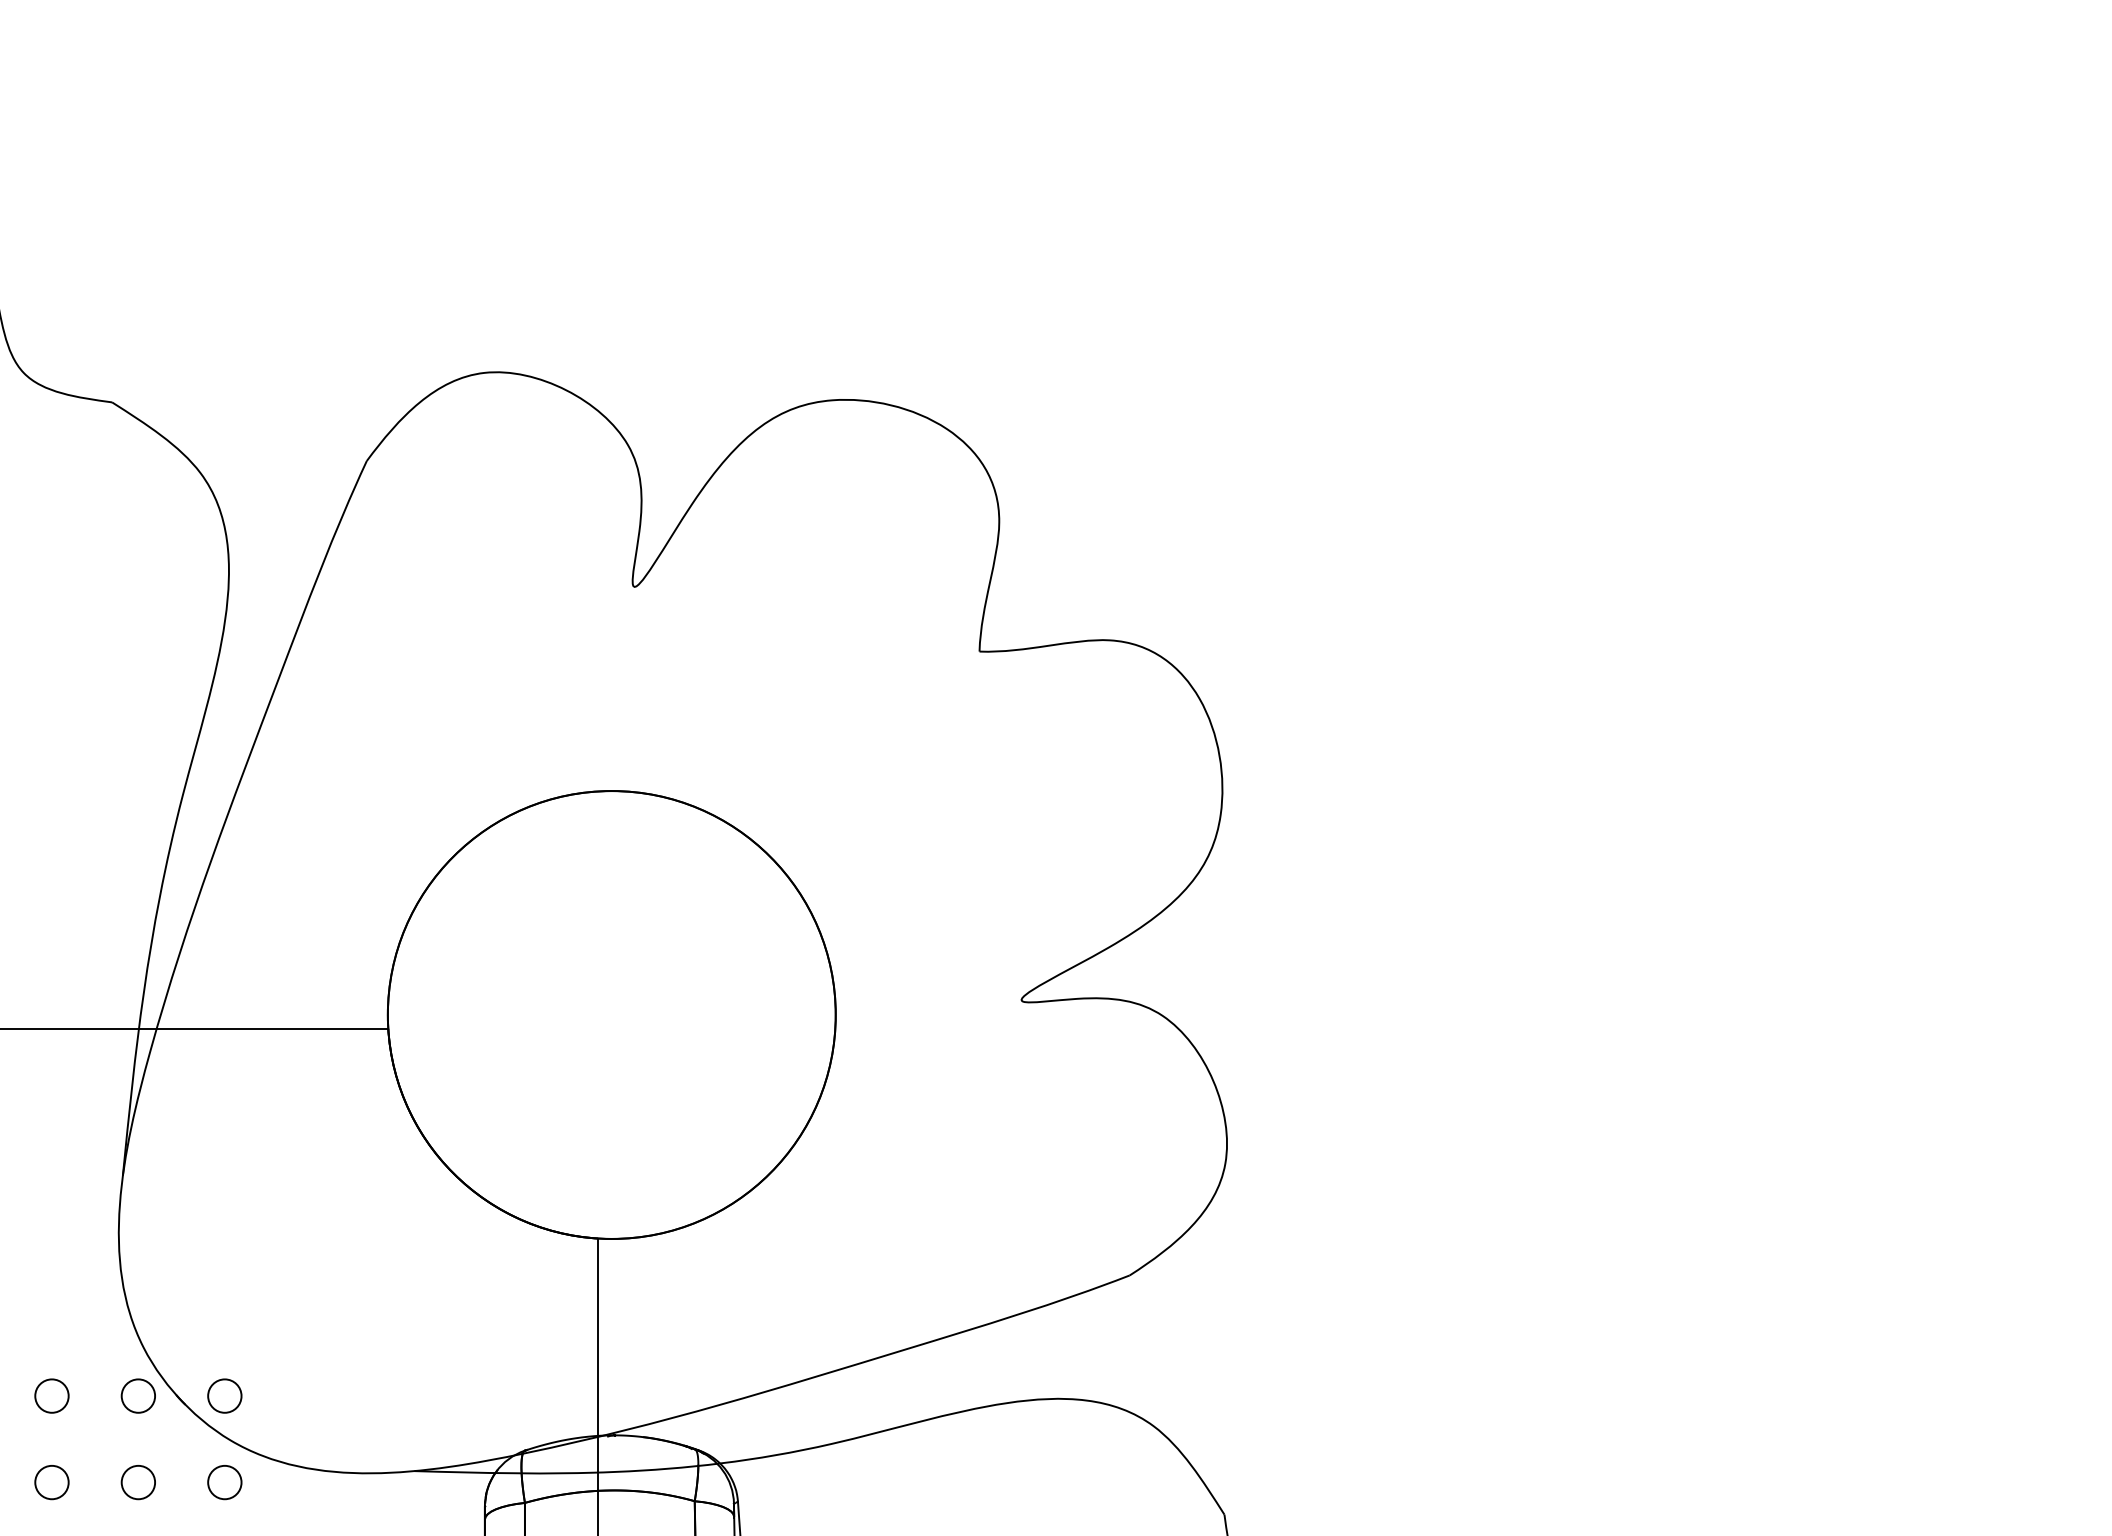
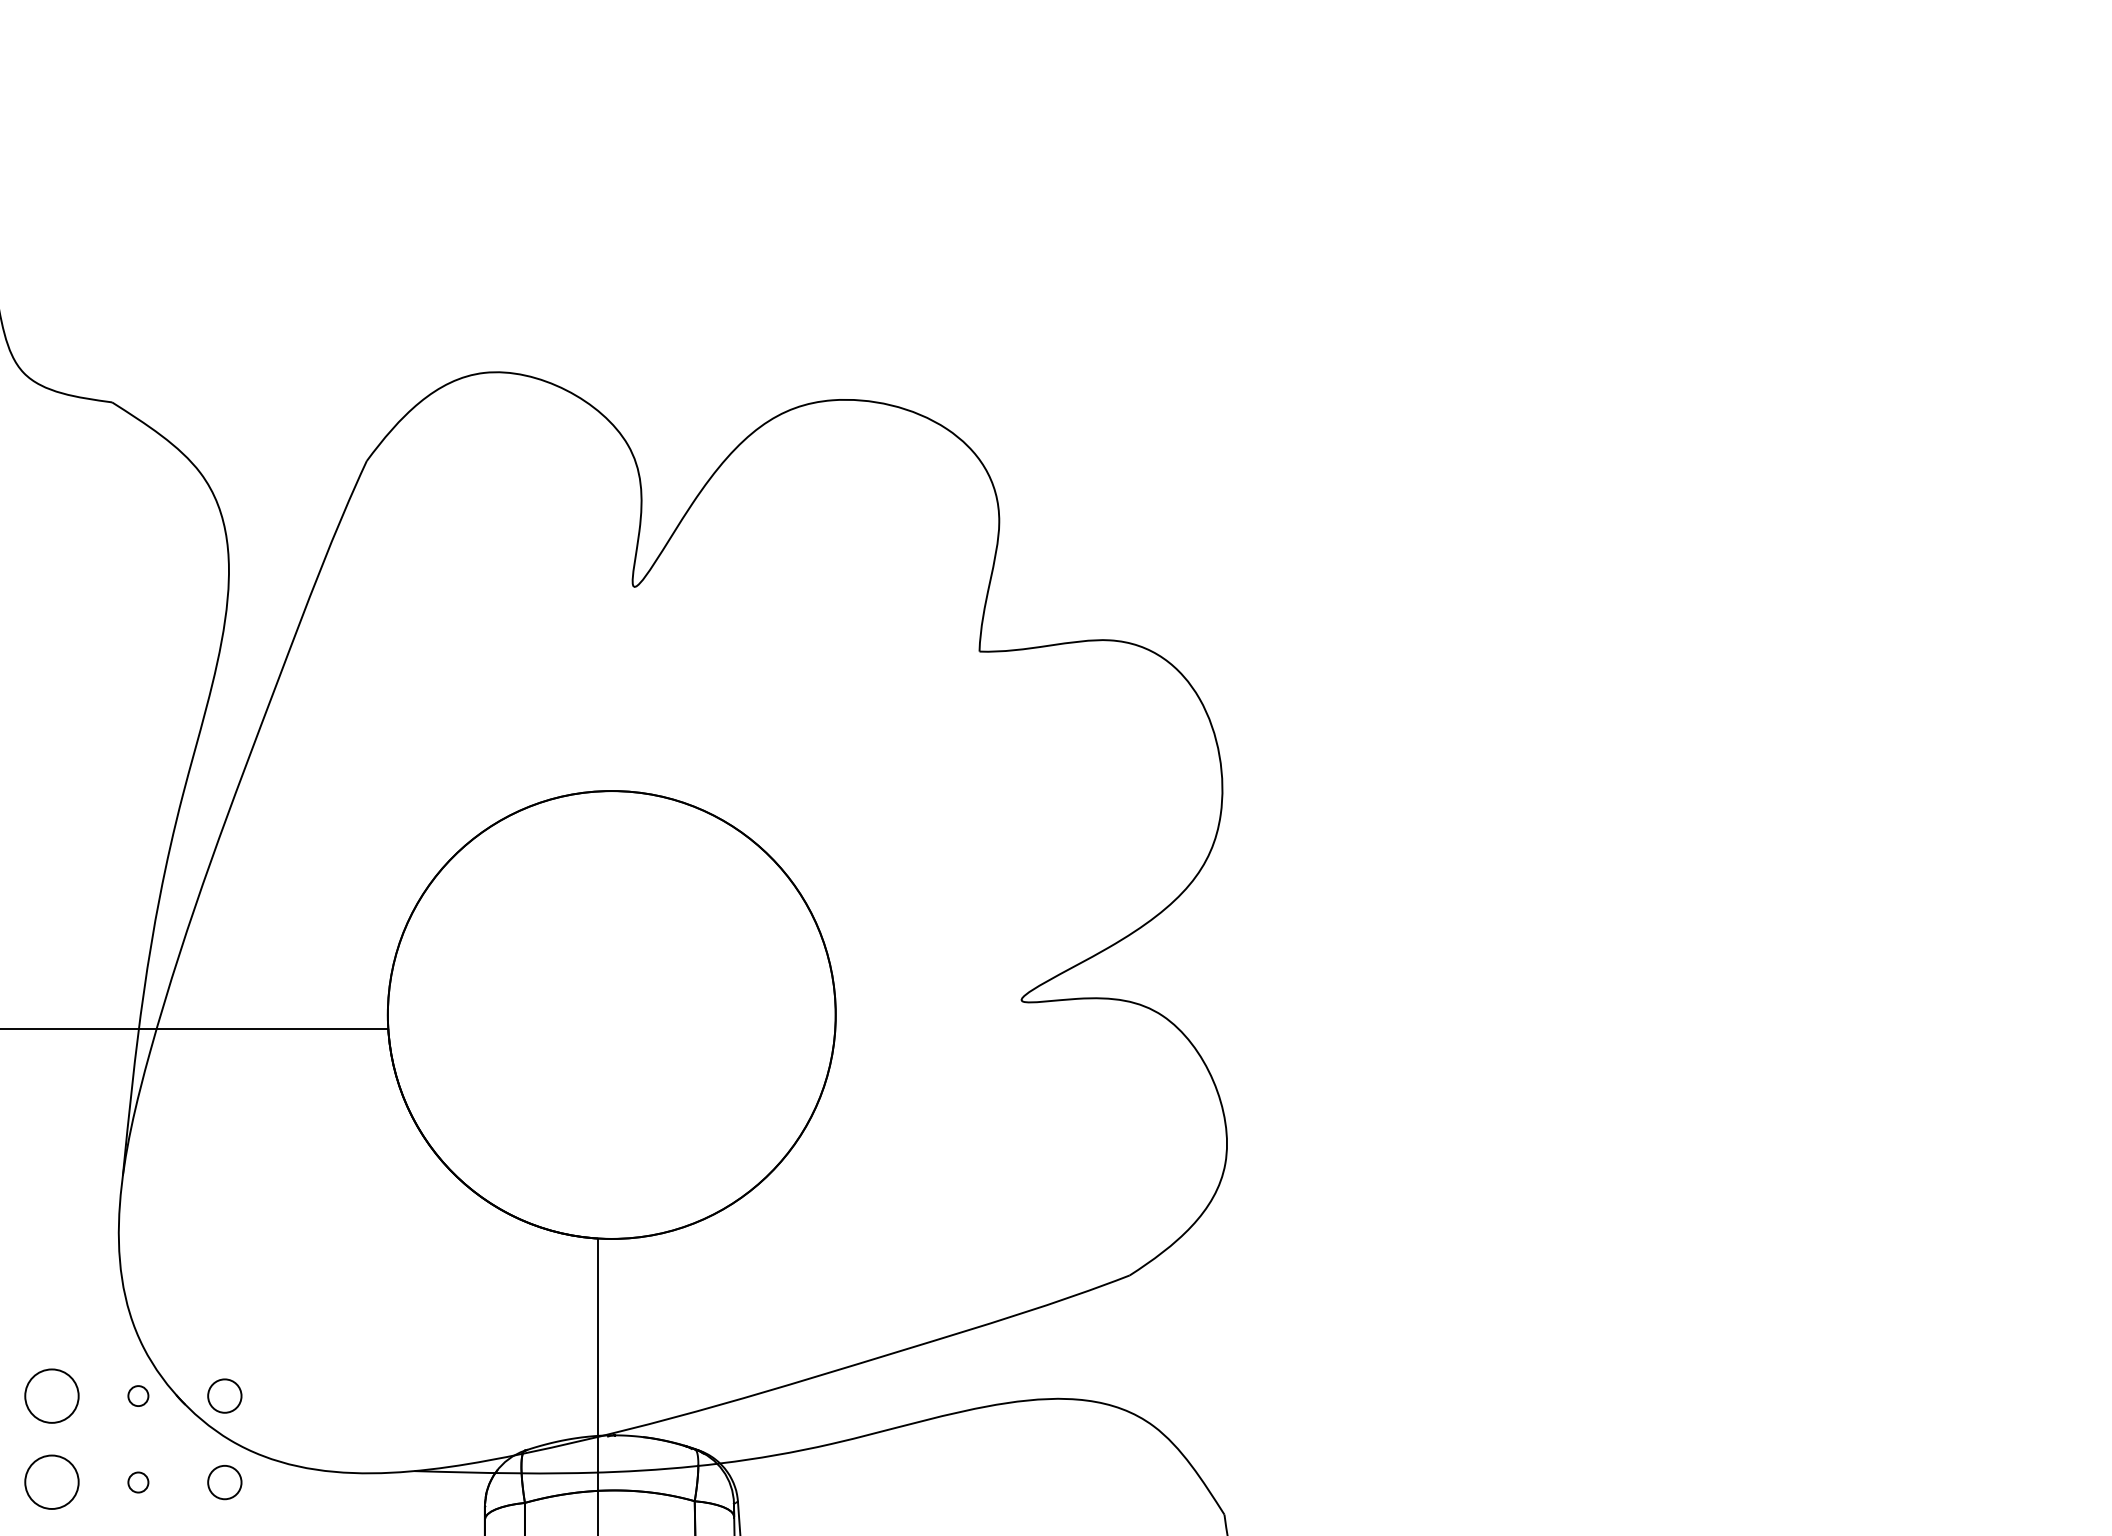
circle at (51, 1395) size: 36x36 px -> 56x56 px
circle at (138, 1395) diameter: 33 px -> 20 px
circle at (51, 1482) size: 36x36 px -> 56x56 px
circle at (138, 1482) diameter: 33 px -> 20 px
